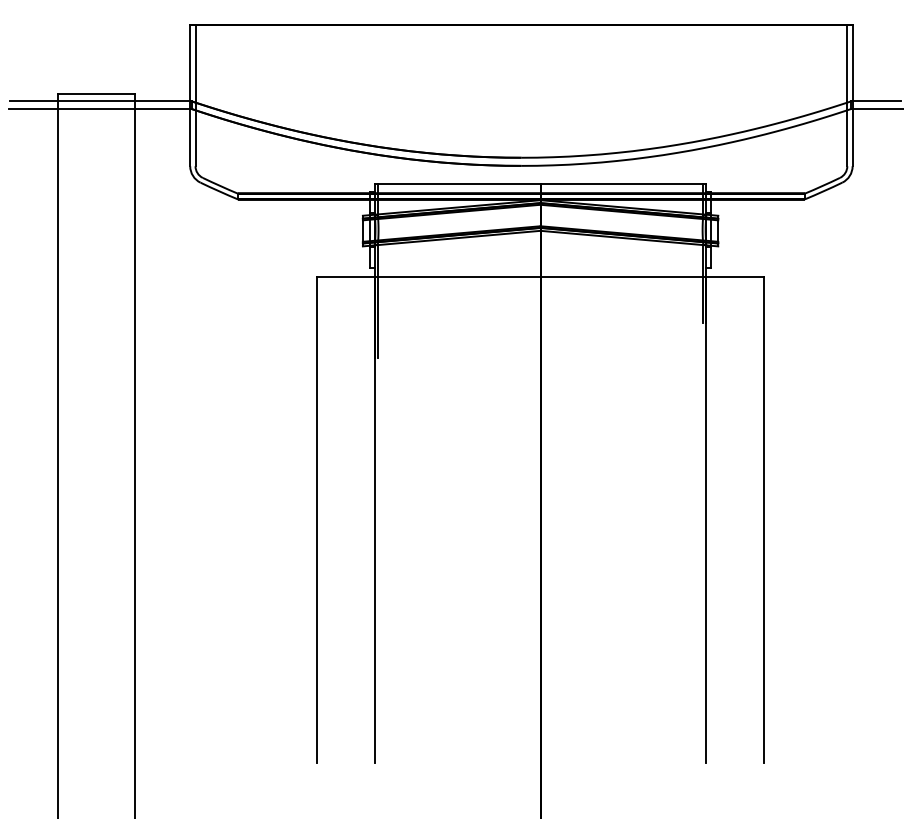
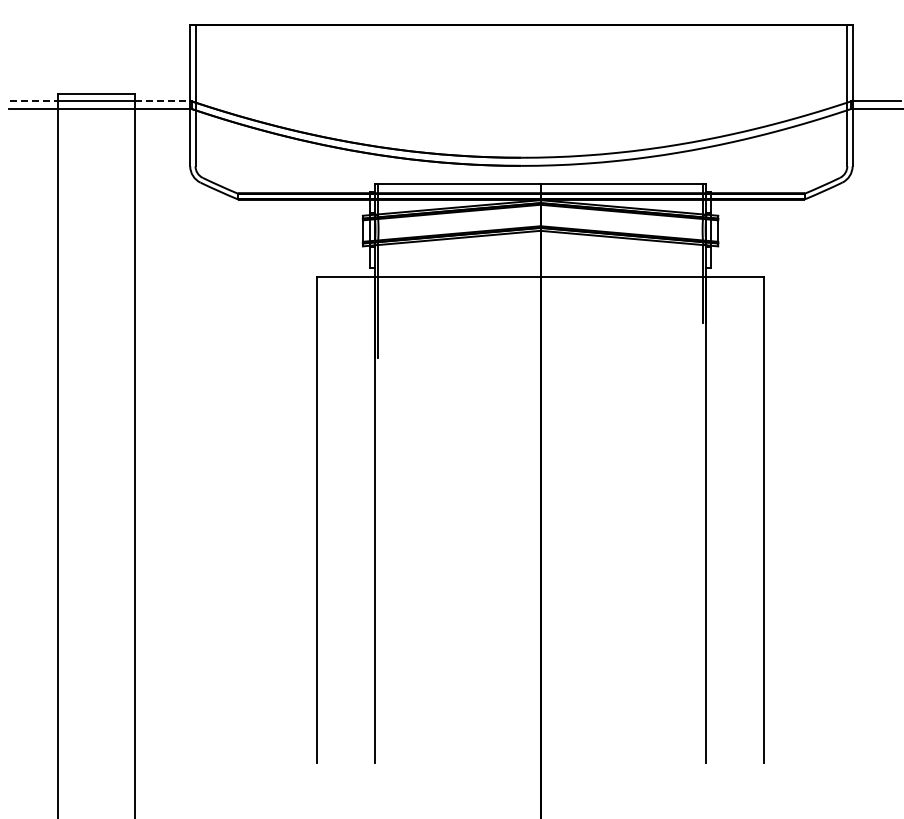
line at (34, 101): solid -> dashed
line at (162, 101): solid -> dashed
